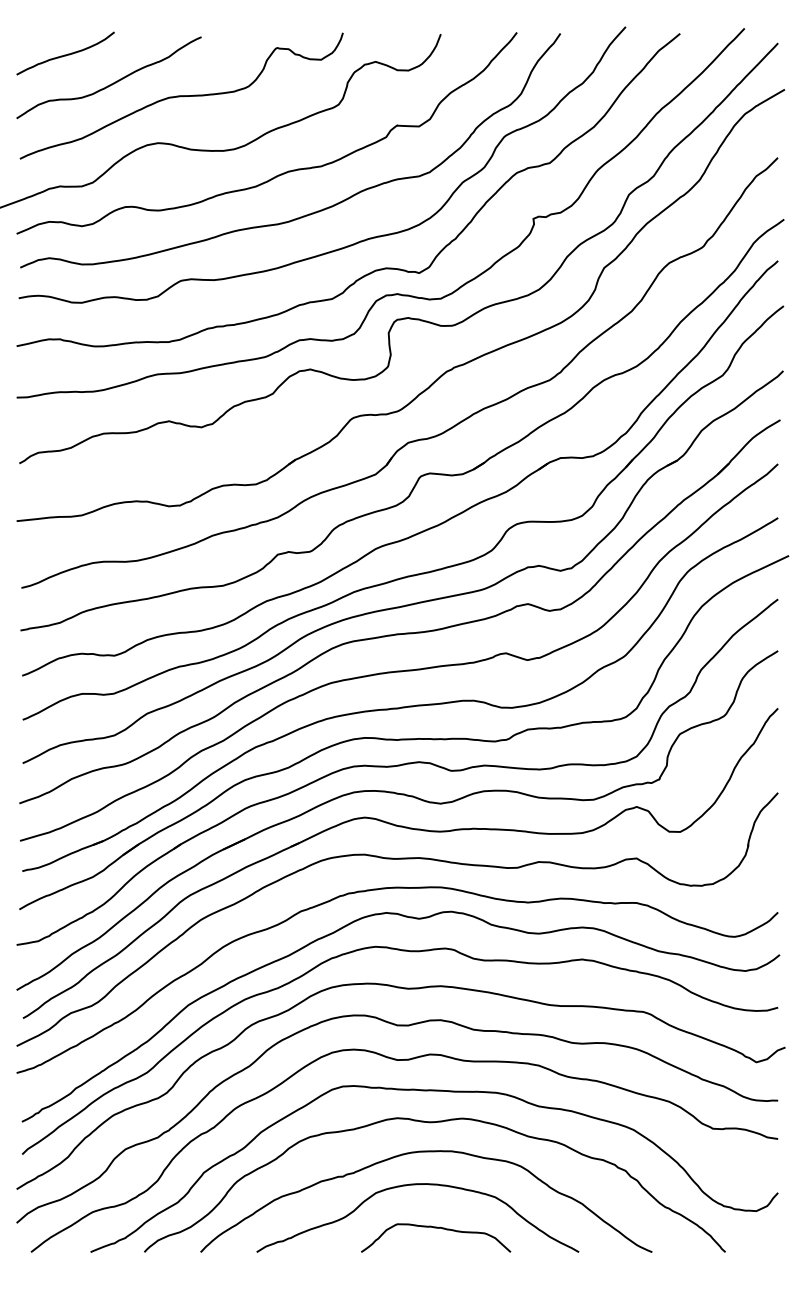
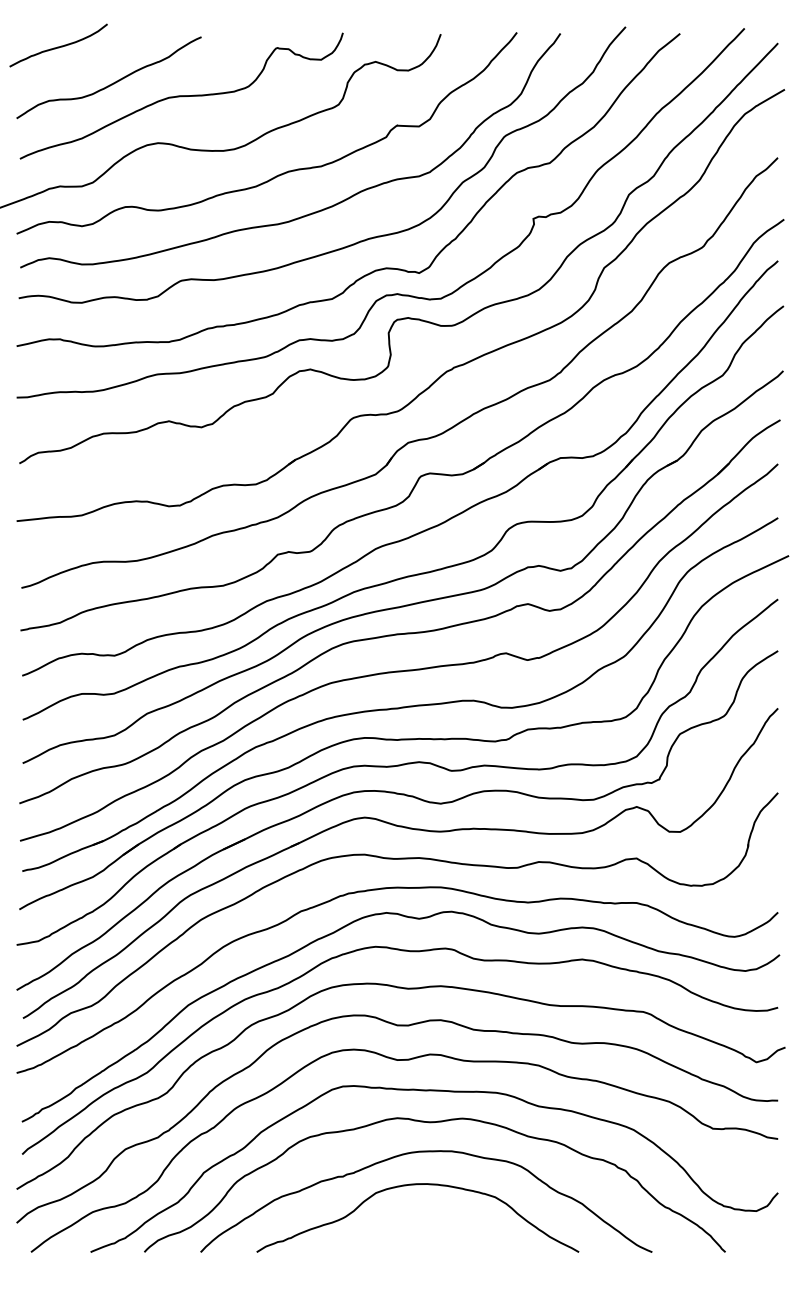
curve at (65, 54) position: (65, 54) -> (58, 46)
curve at (436, 1228): present -> none
